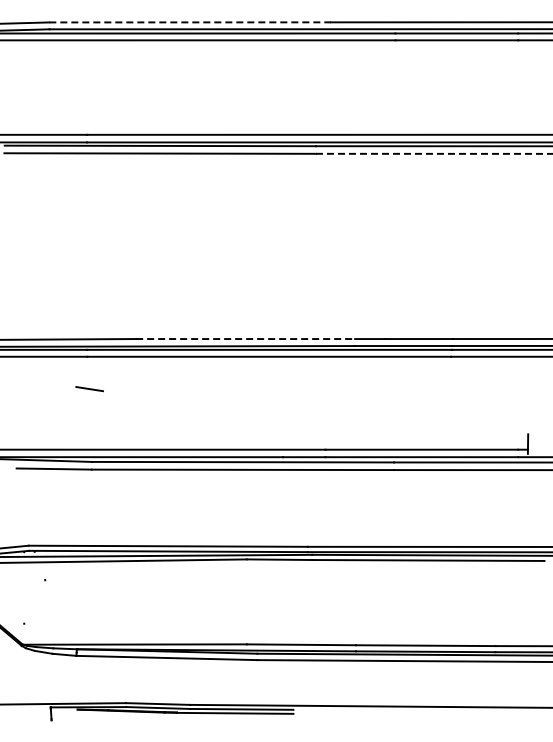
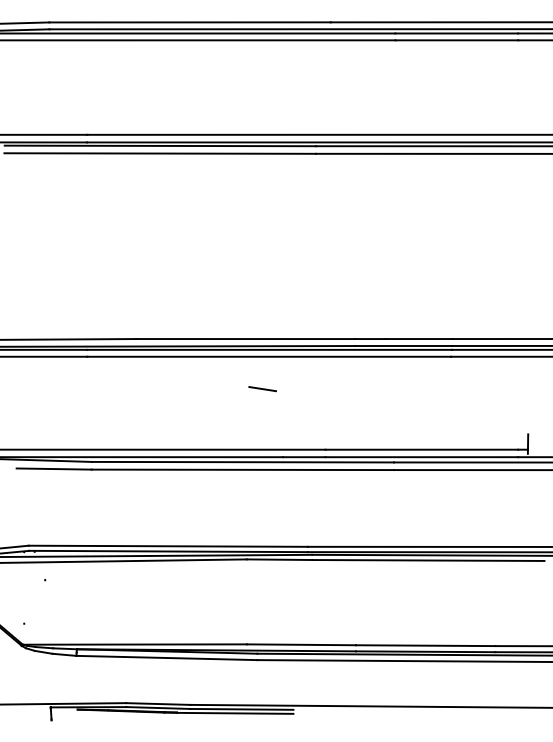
line at (190, 22): dashed -> solid
line at (434, 153): dashed -> solid
line at (246, 339): dashed -> solid
line at (89, 389) position: (89, 389) -> (262, 389)
